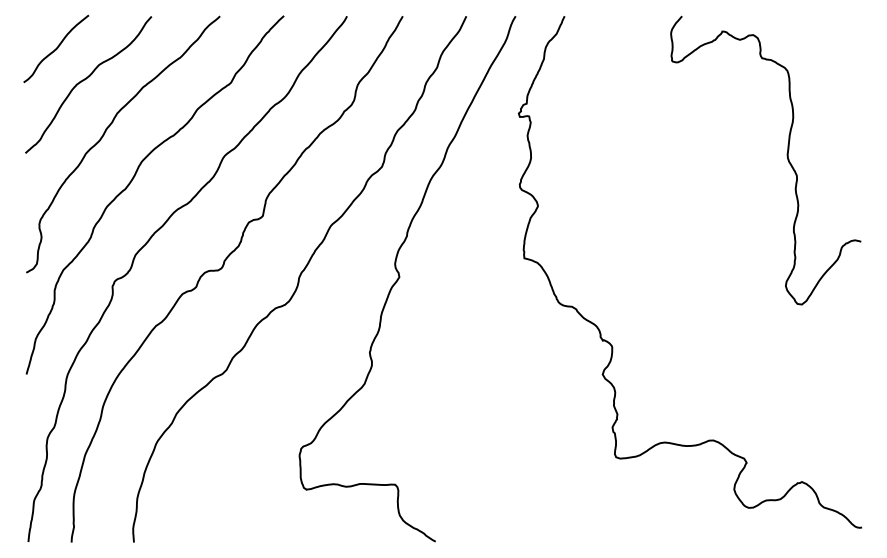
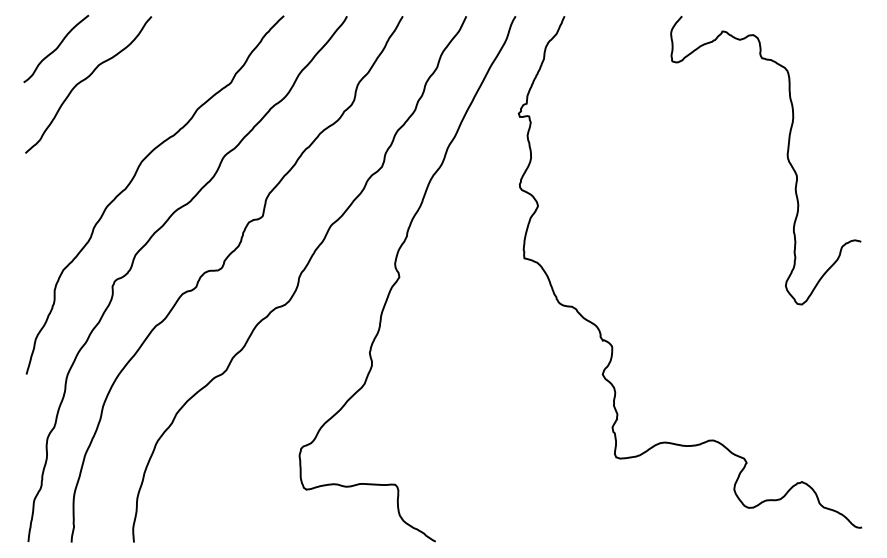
curve at (104, 135): present -> none
